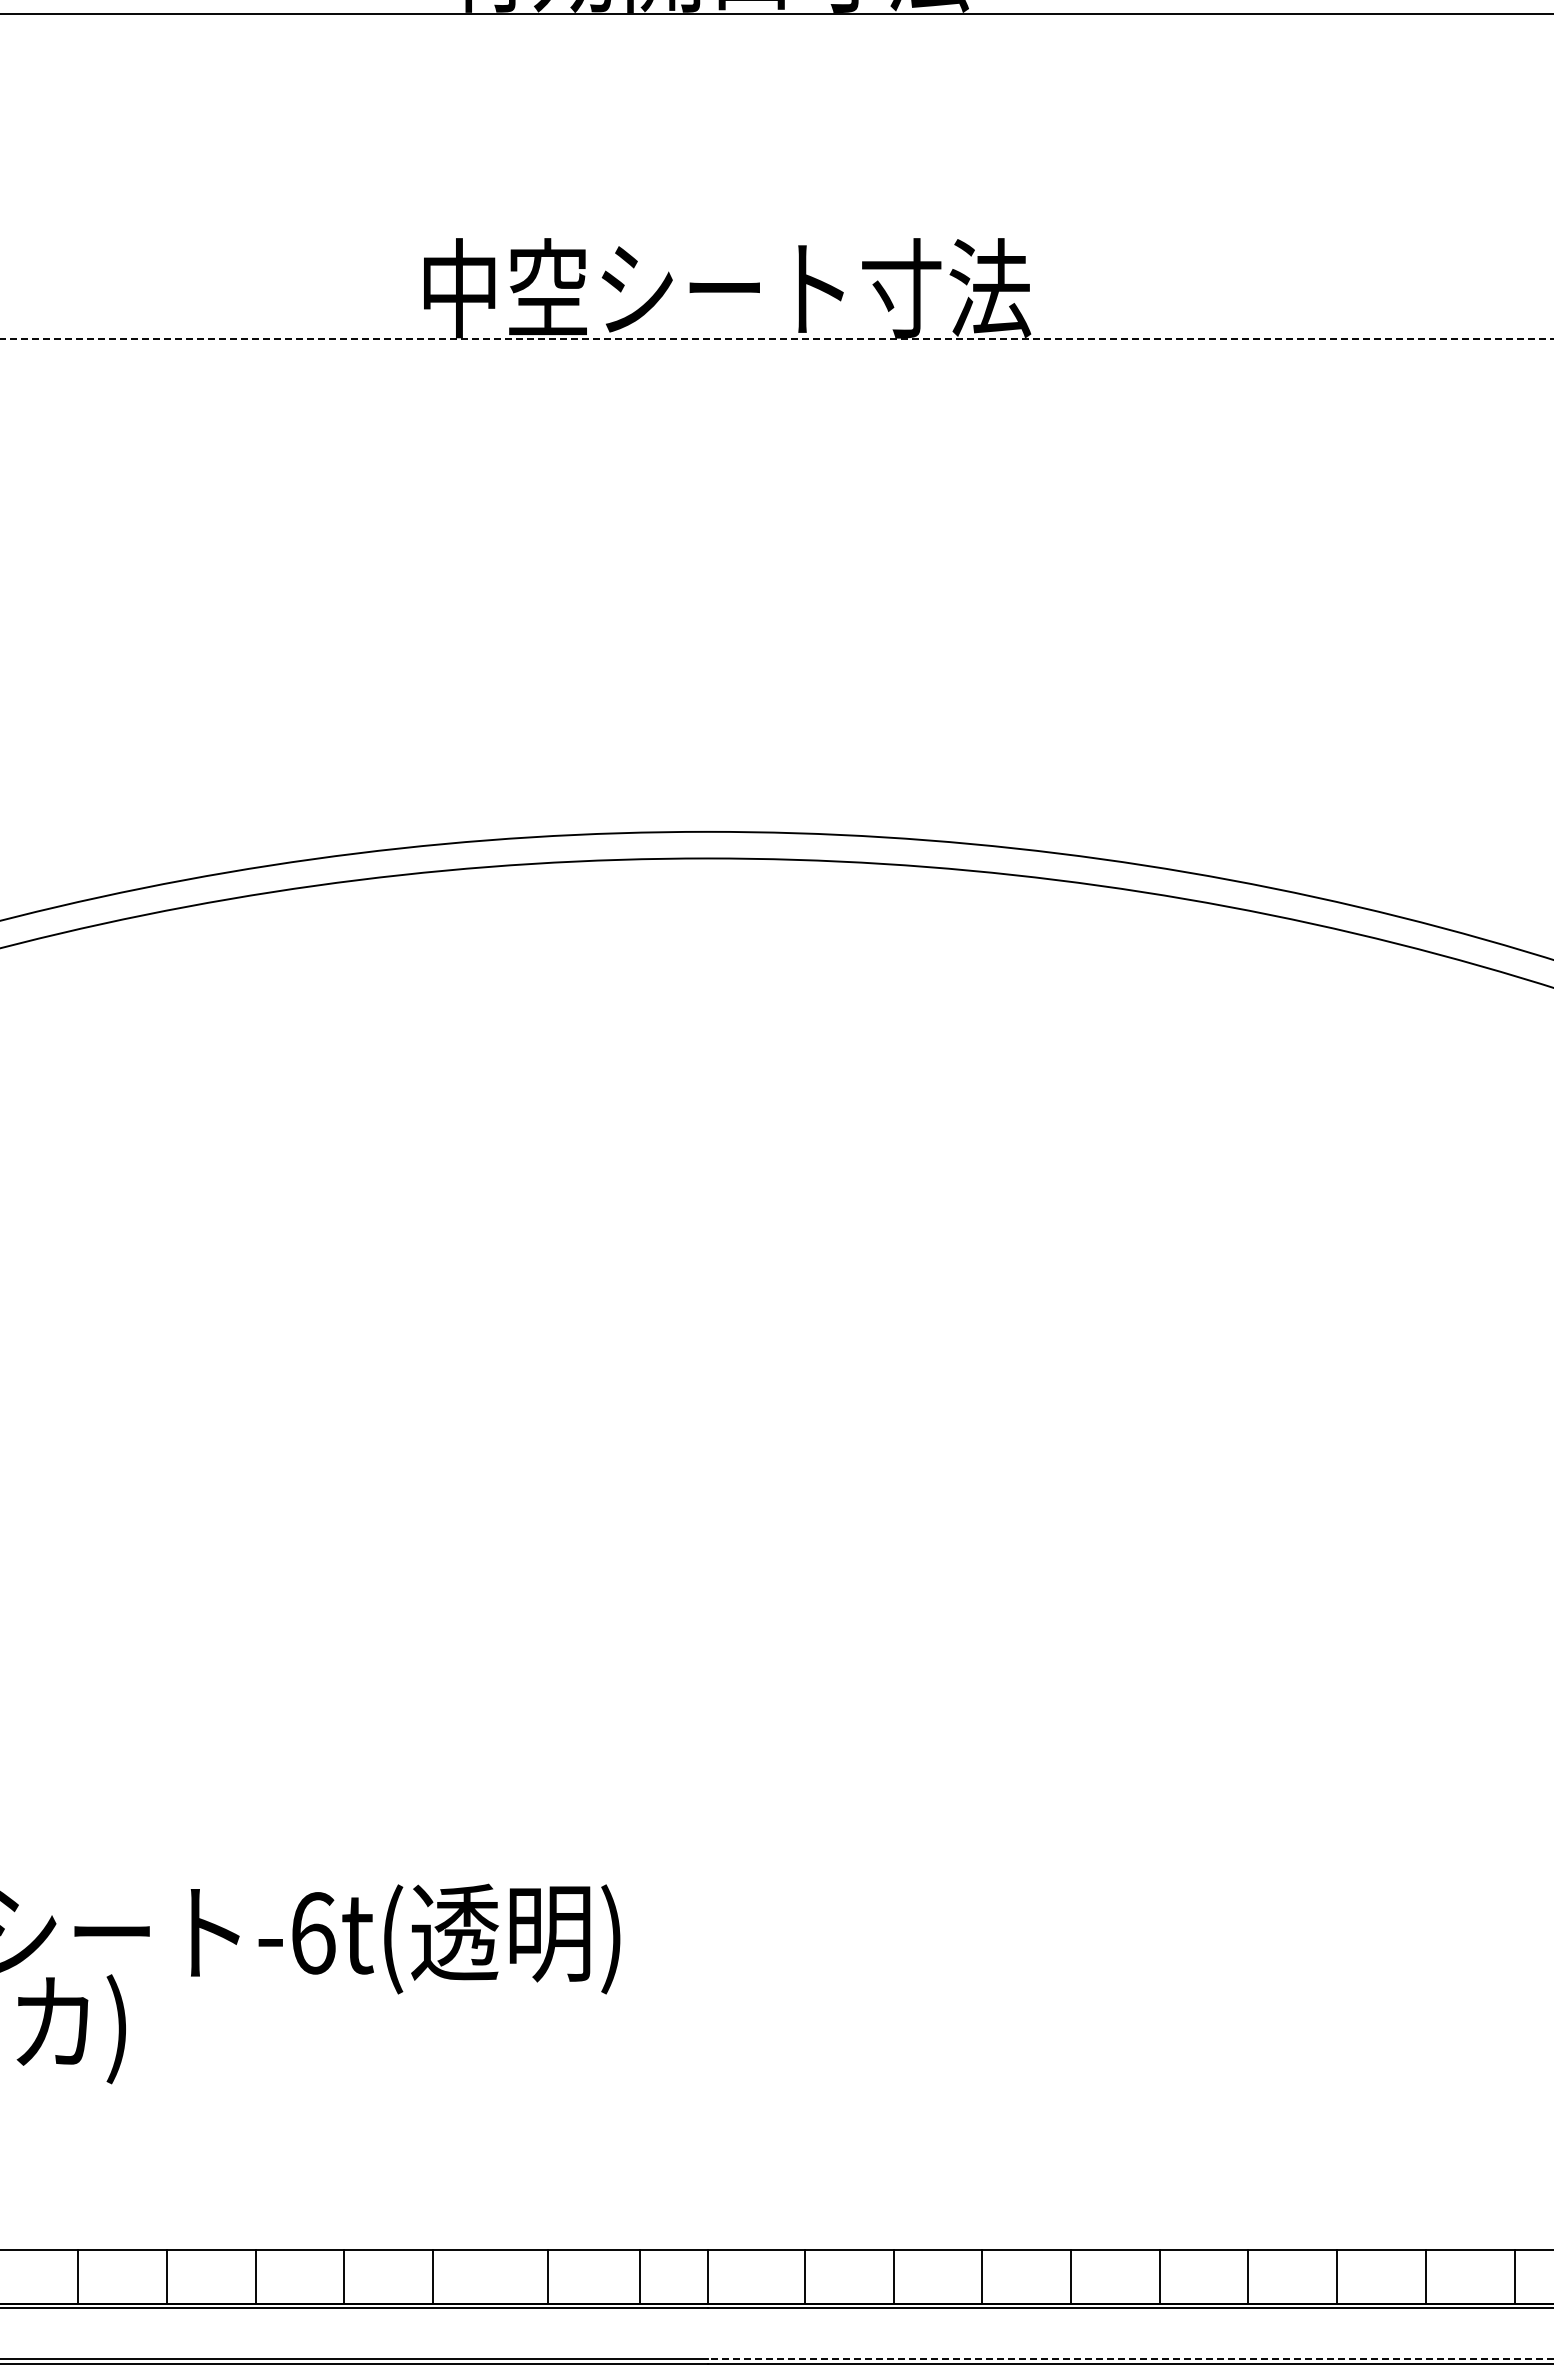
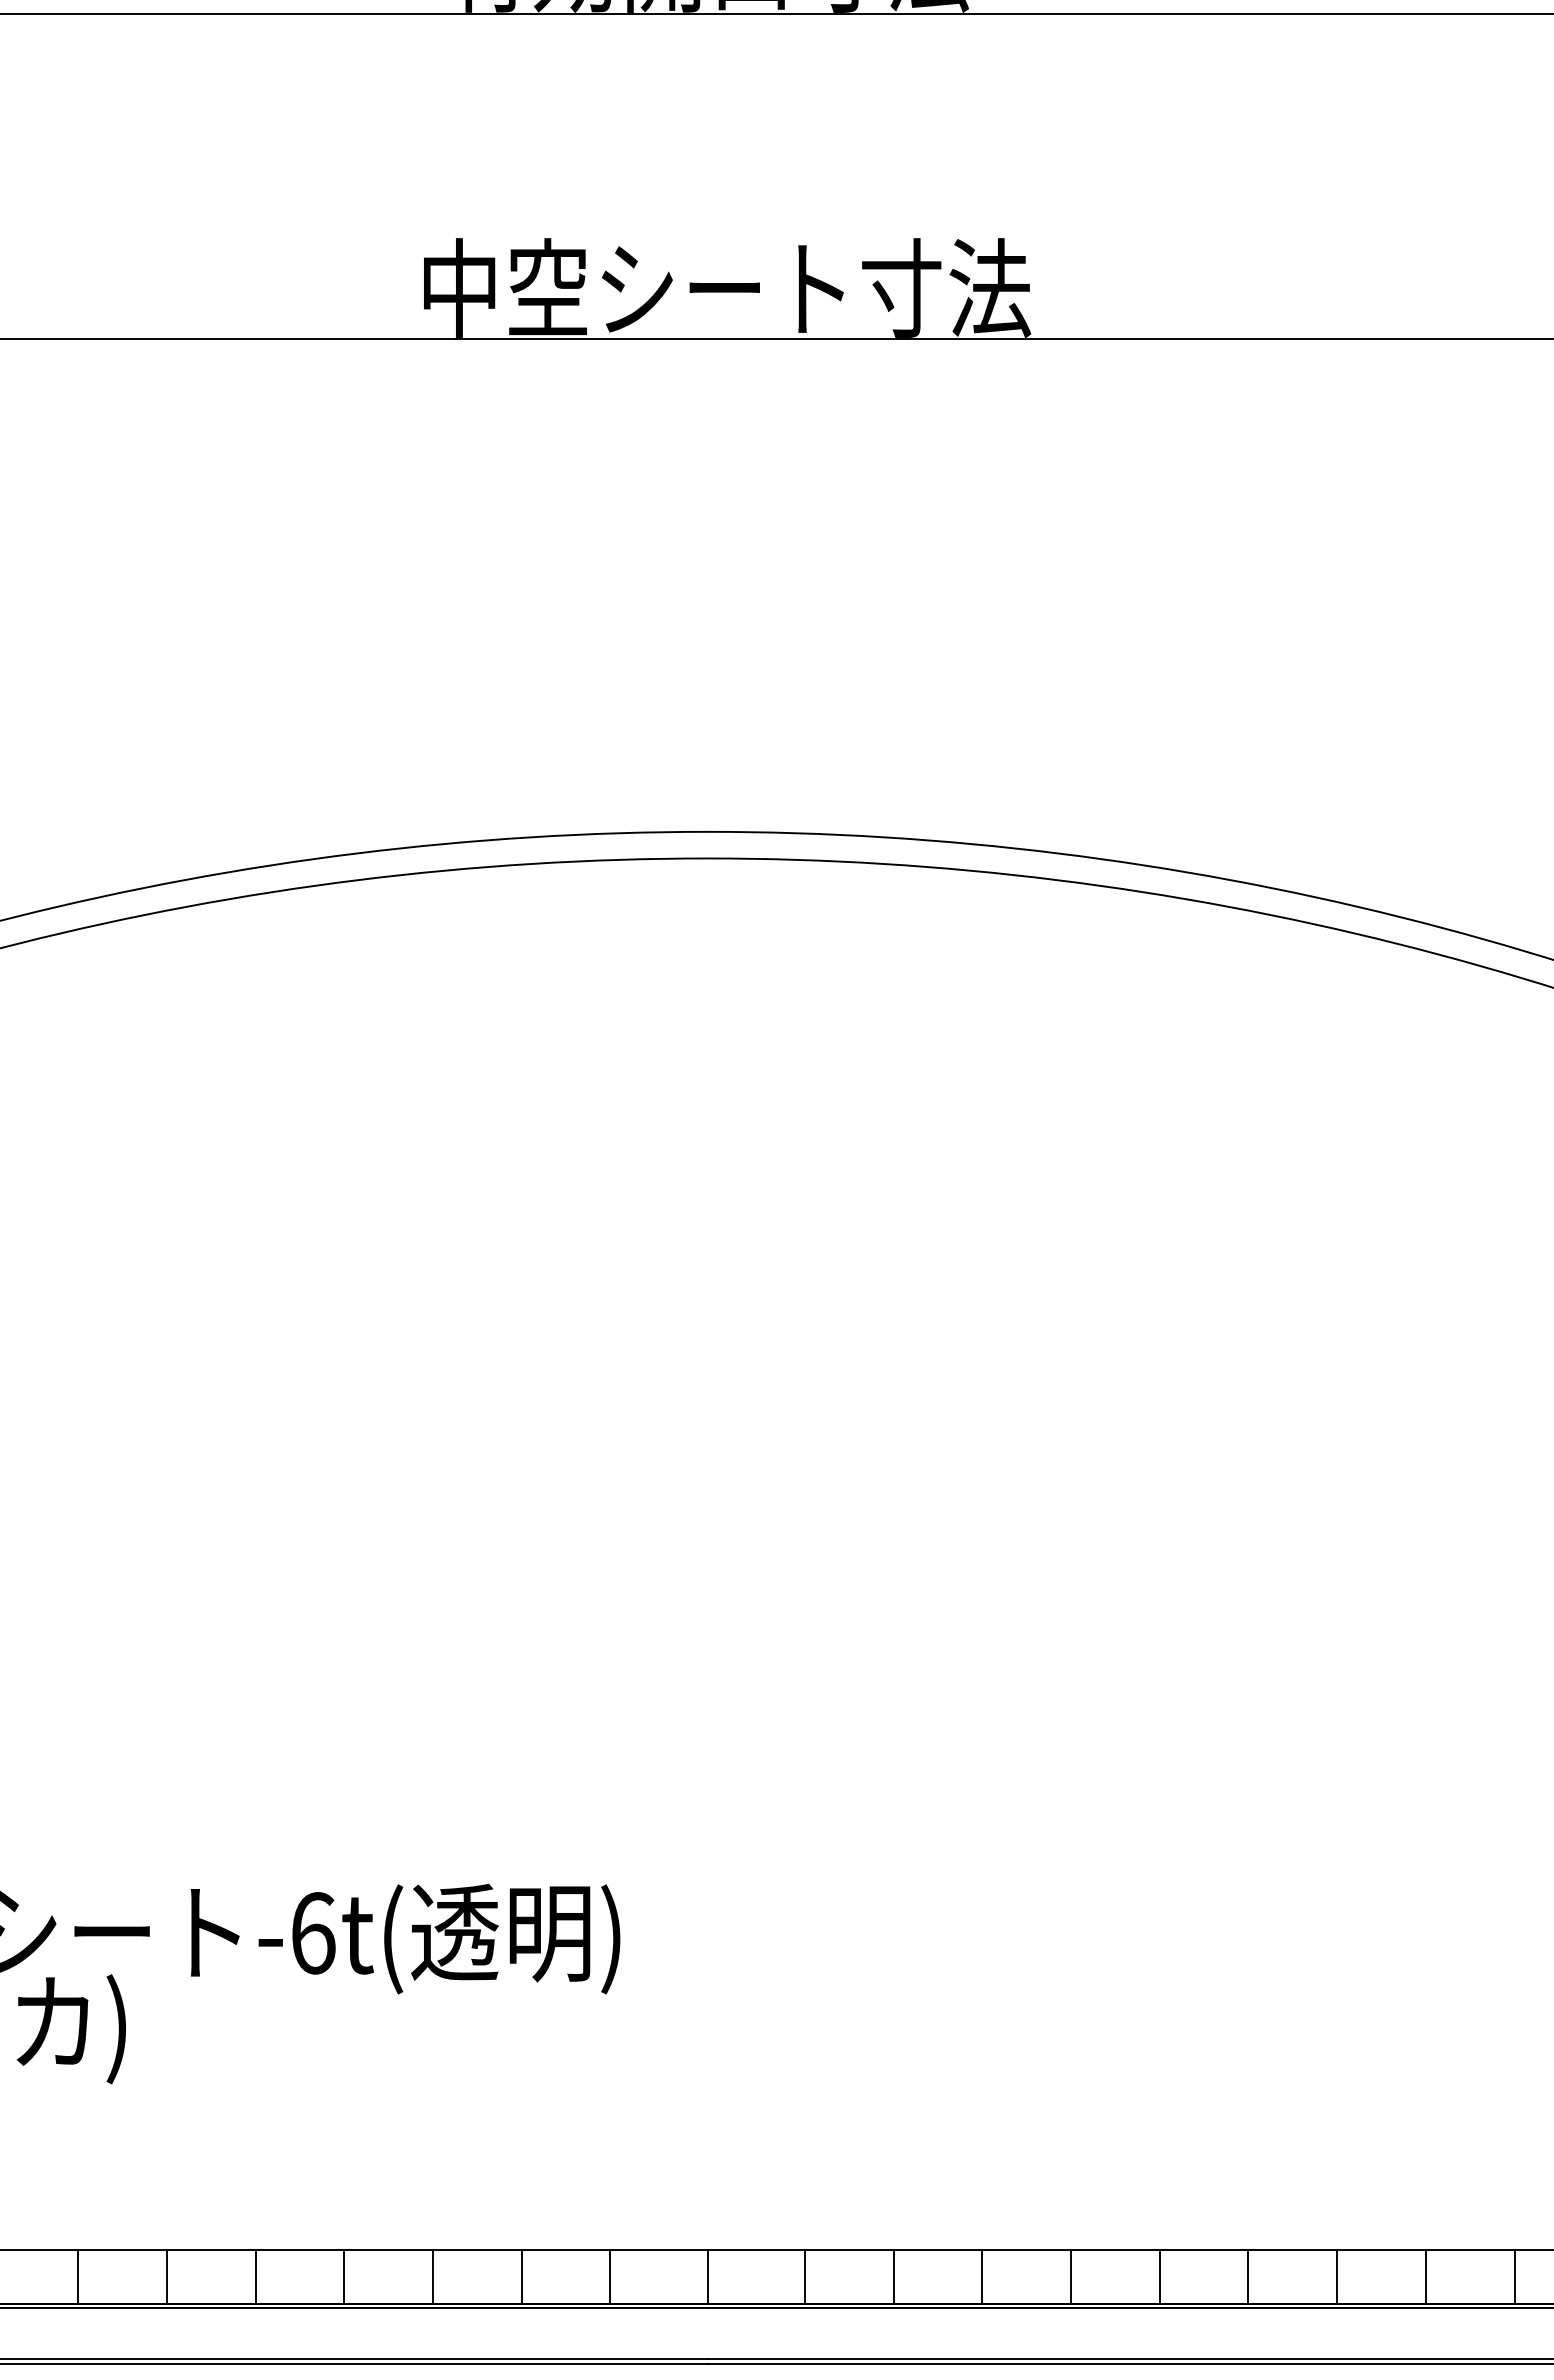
line at (777, 338): dashed -> solid
line at (547, 2276) position: (547, 2276) -> (521, 2276)
line at (640, 2276) position: (640, 2276) -> (610, 2276)
line at (1130, 2359): dashed -> solid
